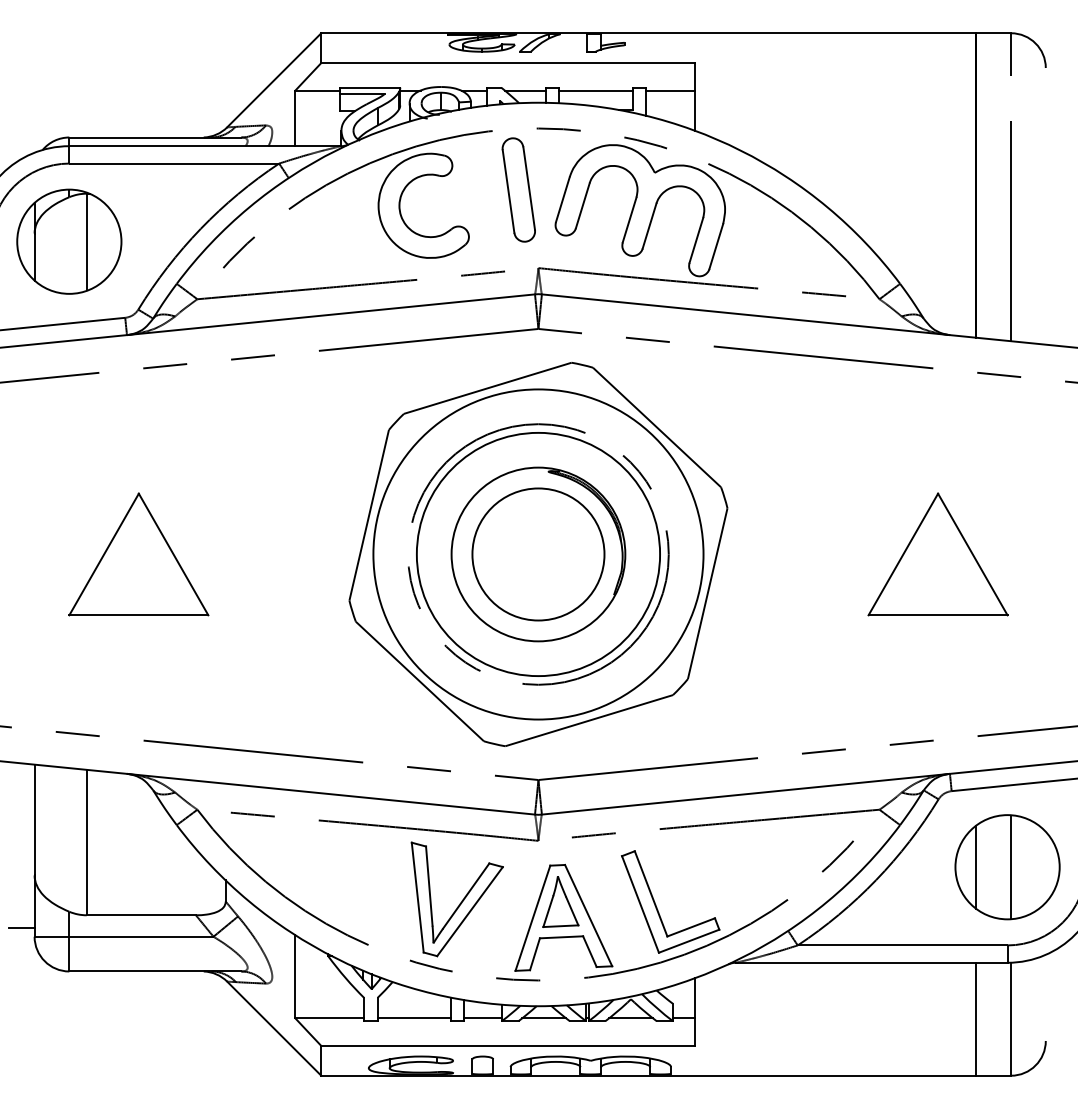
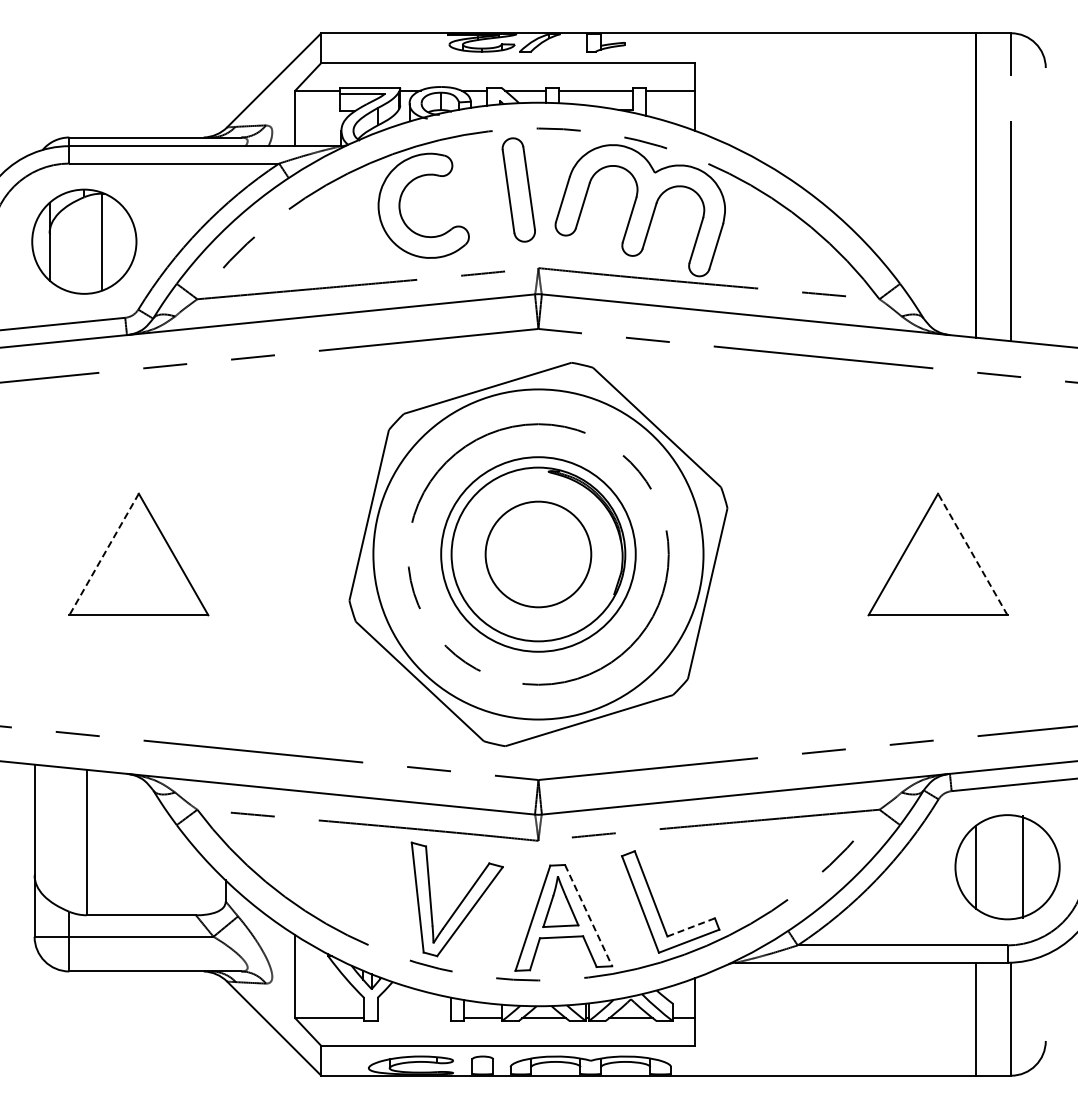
part at (69, 241) position: (69, 241) -> (84, 241)
line at (103, 554): solid -> dashed
circle at (538, 554) diameter: 132 px -> 106 px
circle at (538, 554) diameter: 243 px -> 195 px
line at (972, 554): solid -> dashed
line at (1011, 867) position: (1011, 867) -> (1023, 867)
line at (588, 915): solid -> dashed
line at (691, 927): solid -> dashed
line at (21, 928): present -> none
line at (414, 1018): present -> none
